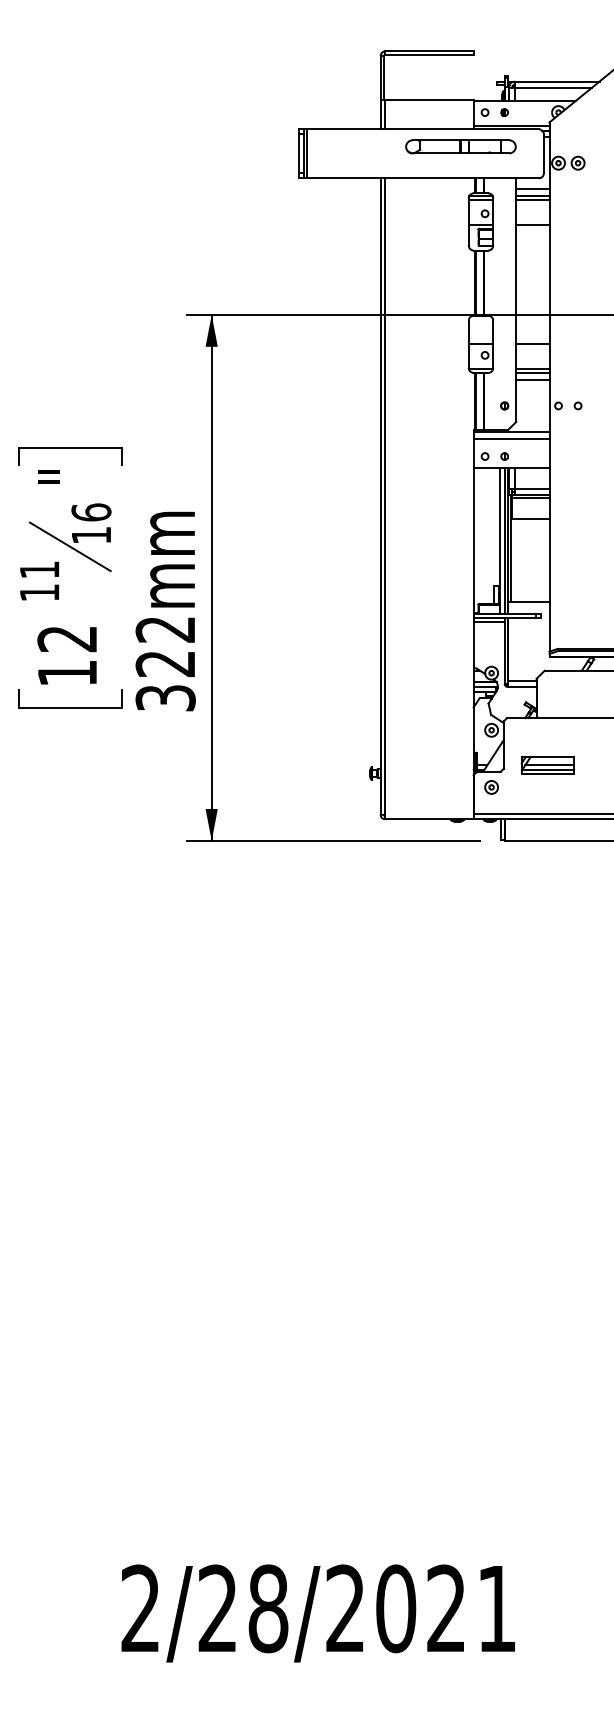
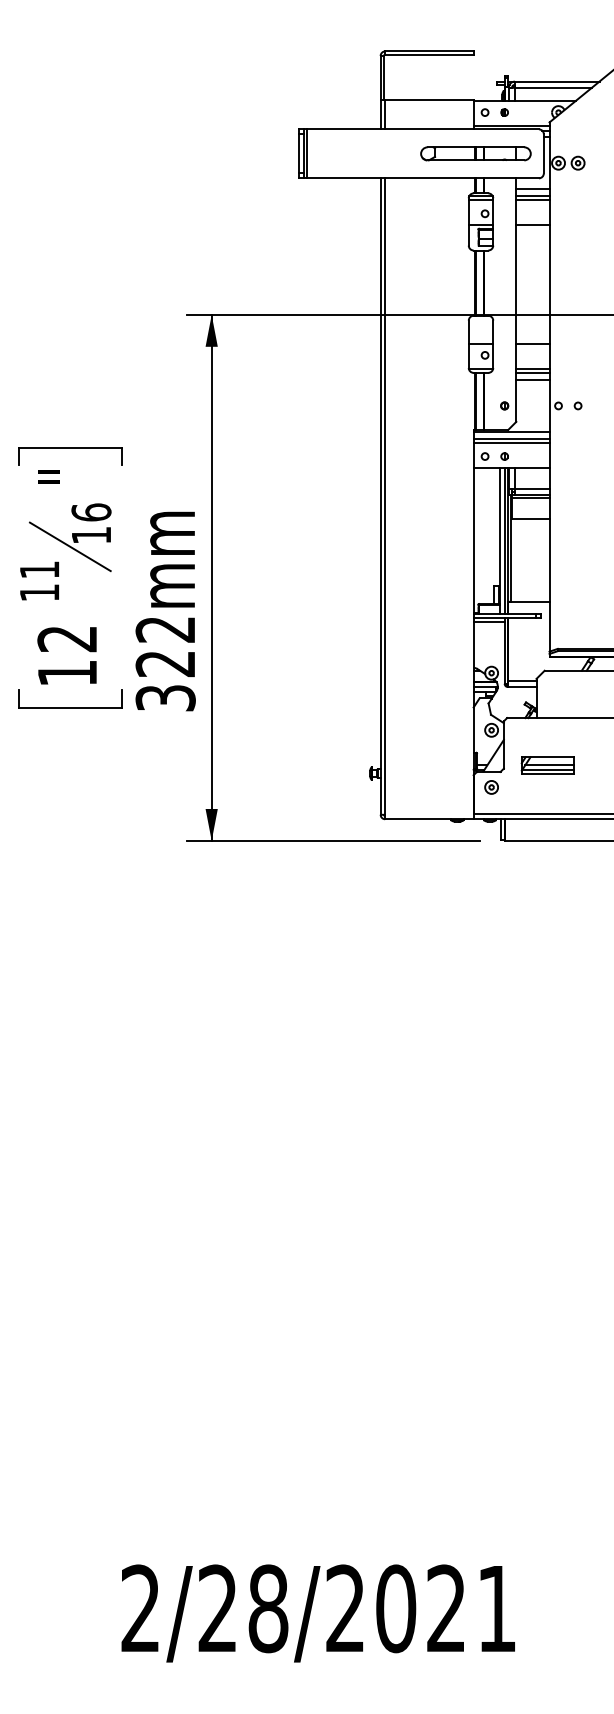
part at (460, 146) position: (460, 146) -> (475, 153)
line at (511, 442): none -> present
